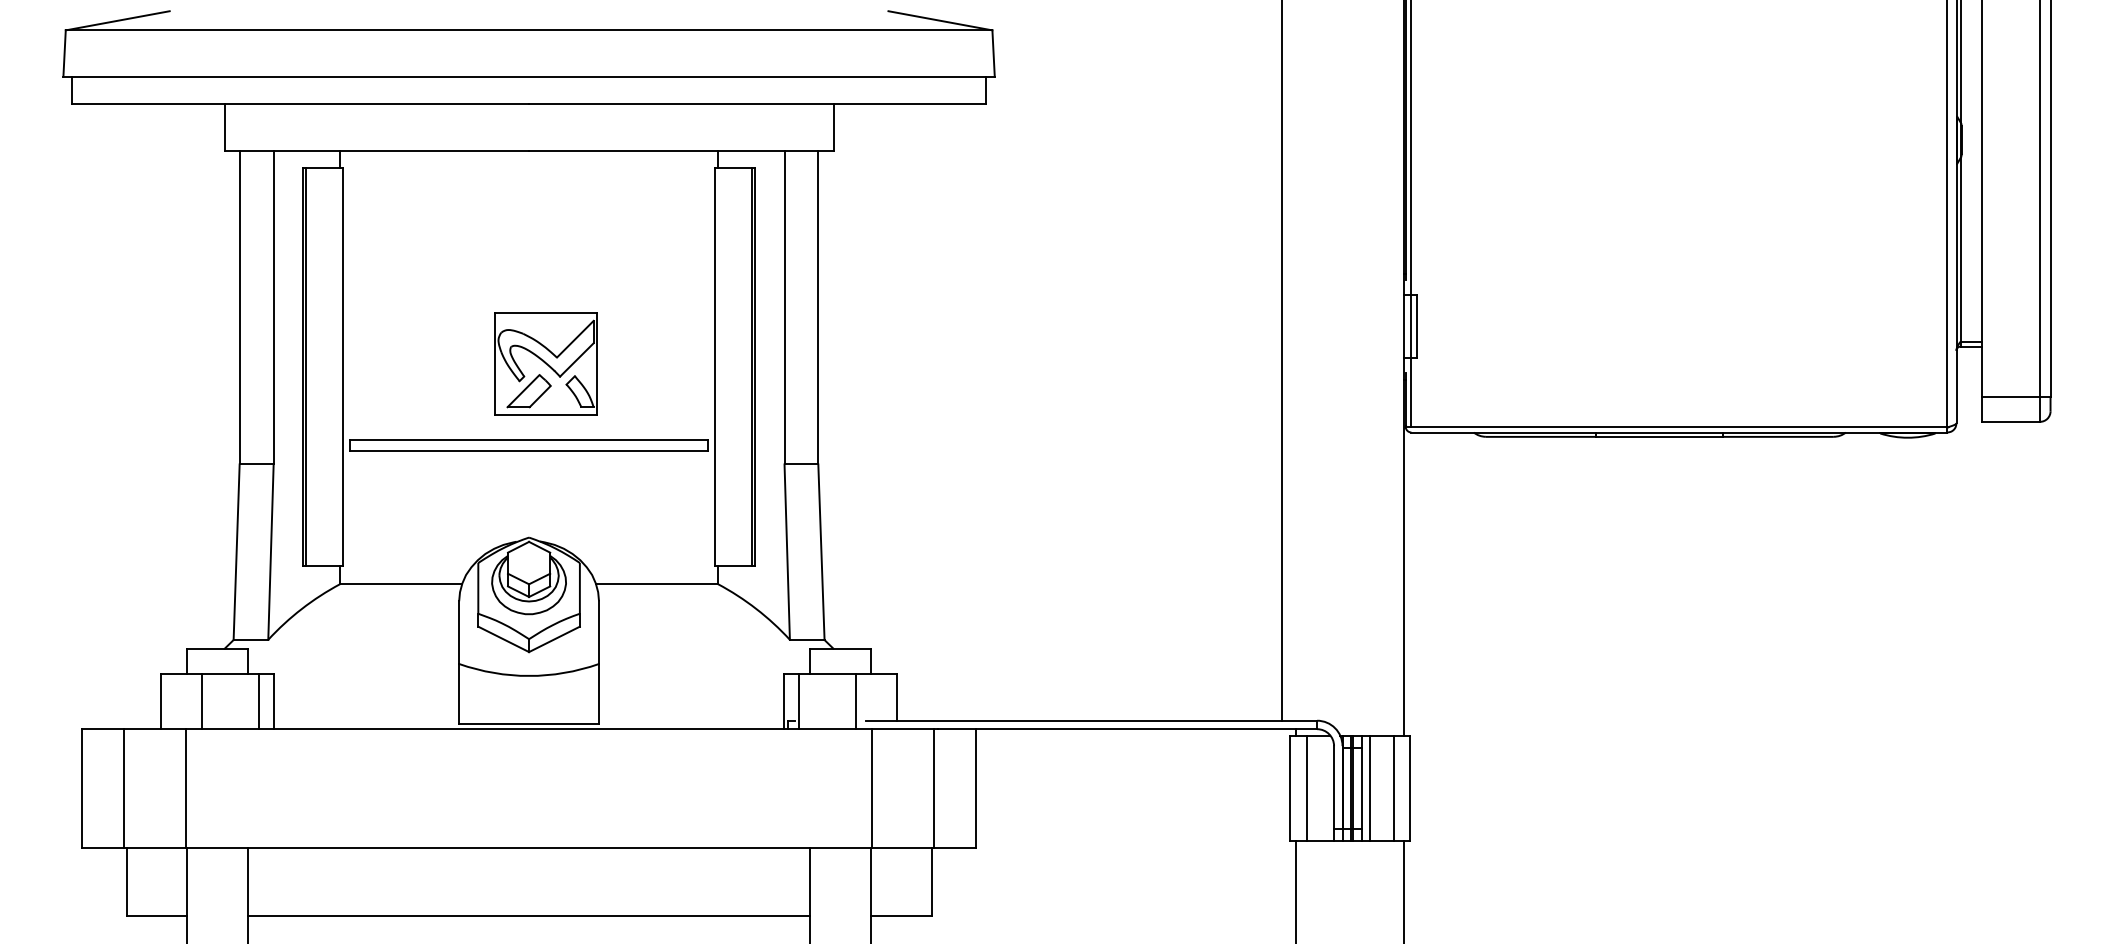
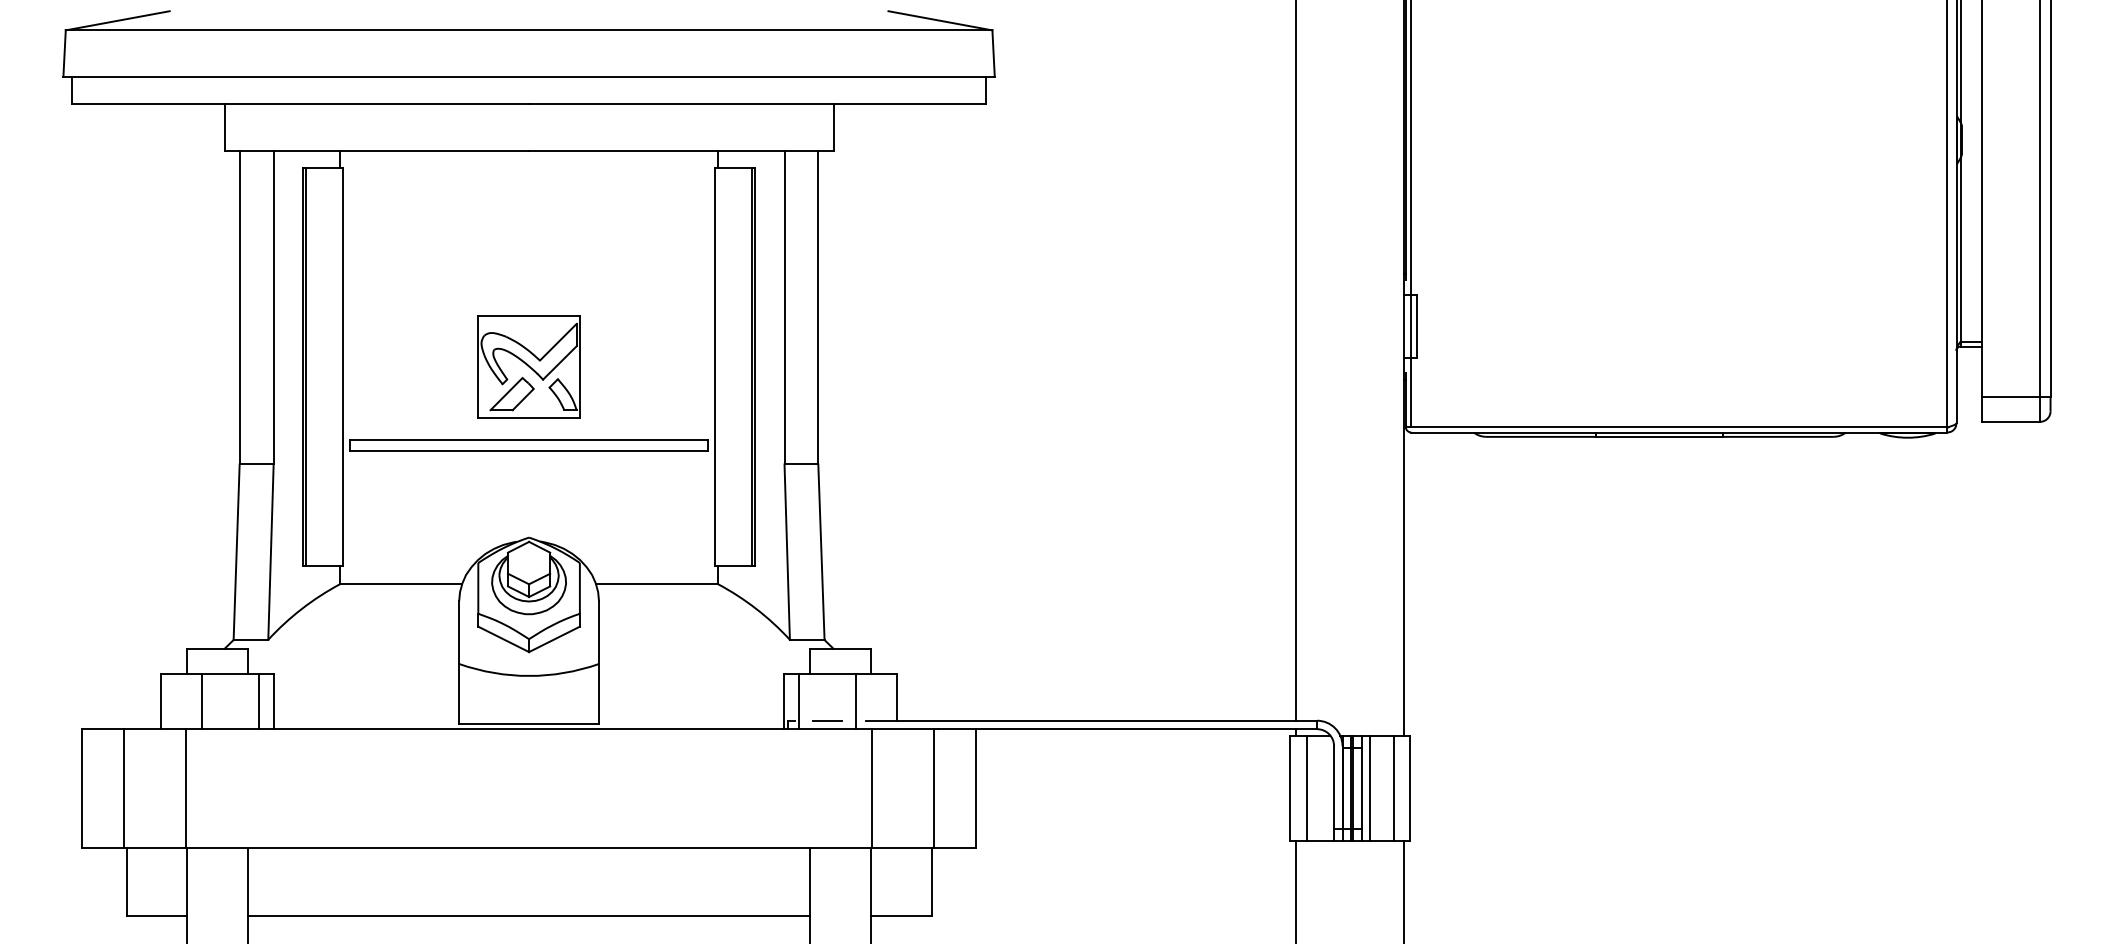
line at (1282, 361) position: (1282, 361) -> (1296, 361)
part at (545, 363) position: (545, 363) -> (528, 366)
line at (827, 720): none -> present
